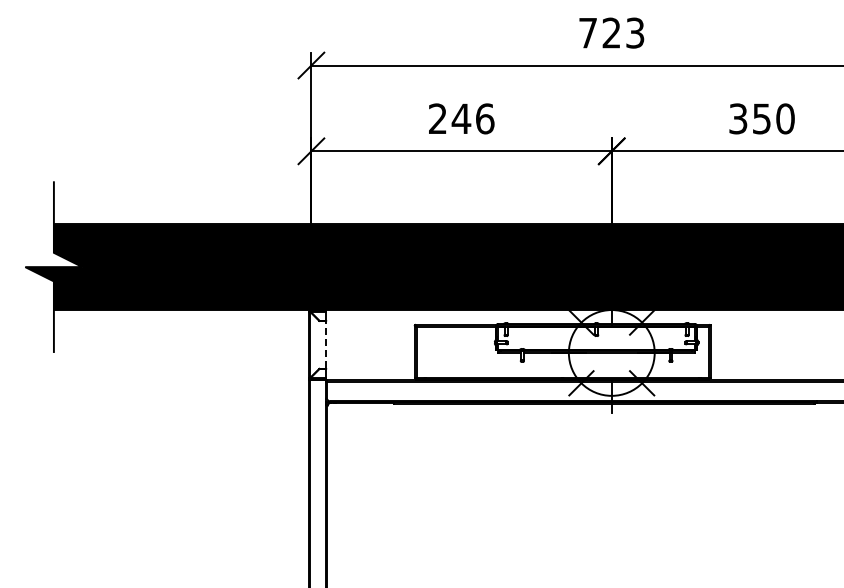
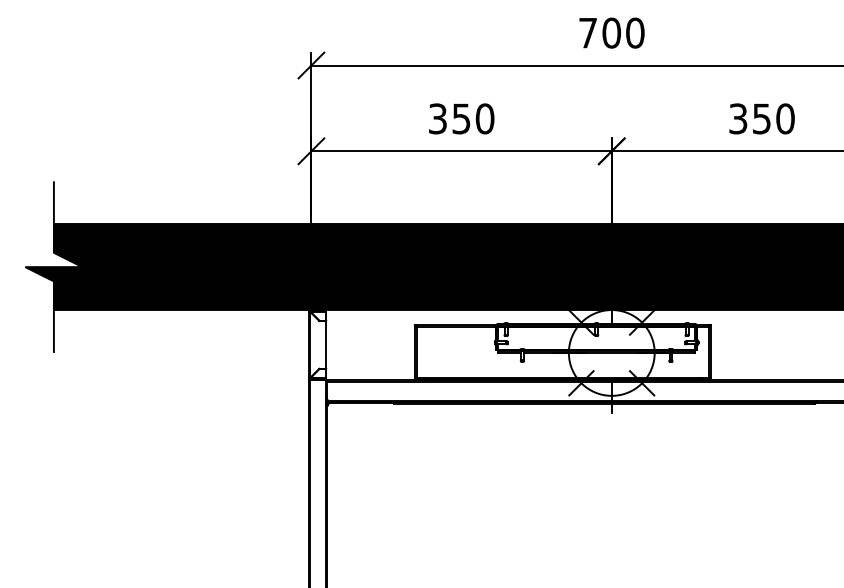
text at (623, 32): 723 -> 700
text at (461, 118): 246 -> 350
line at (326, 344): dashed -> solid
